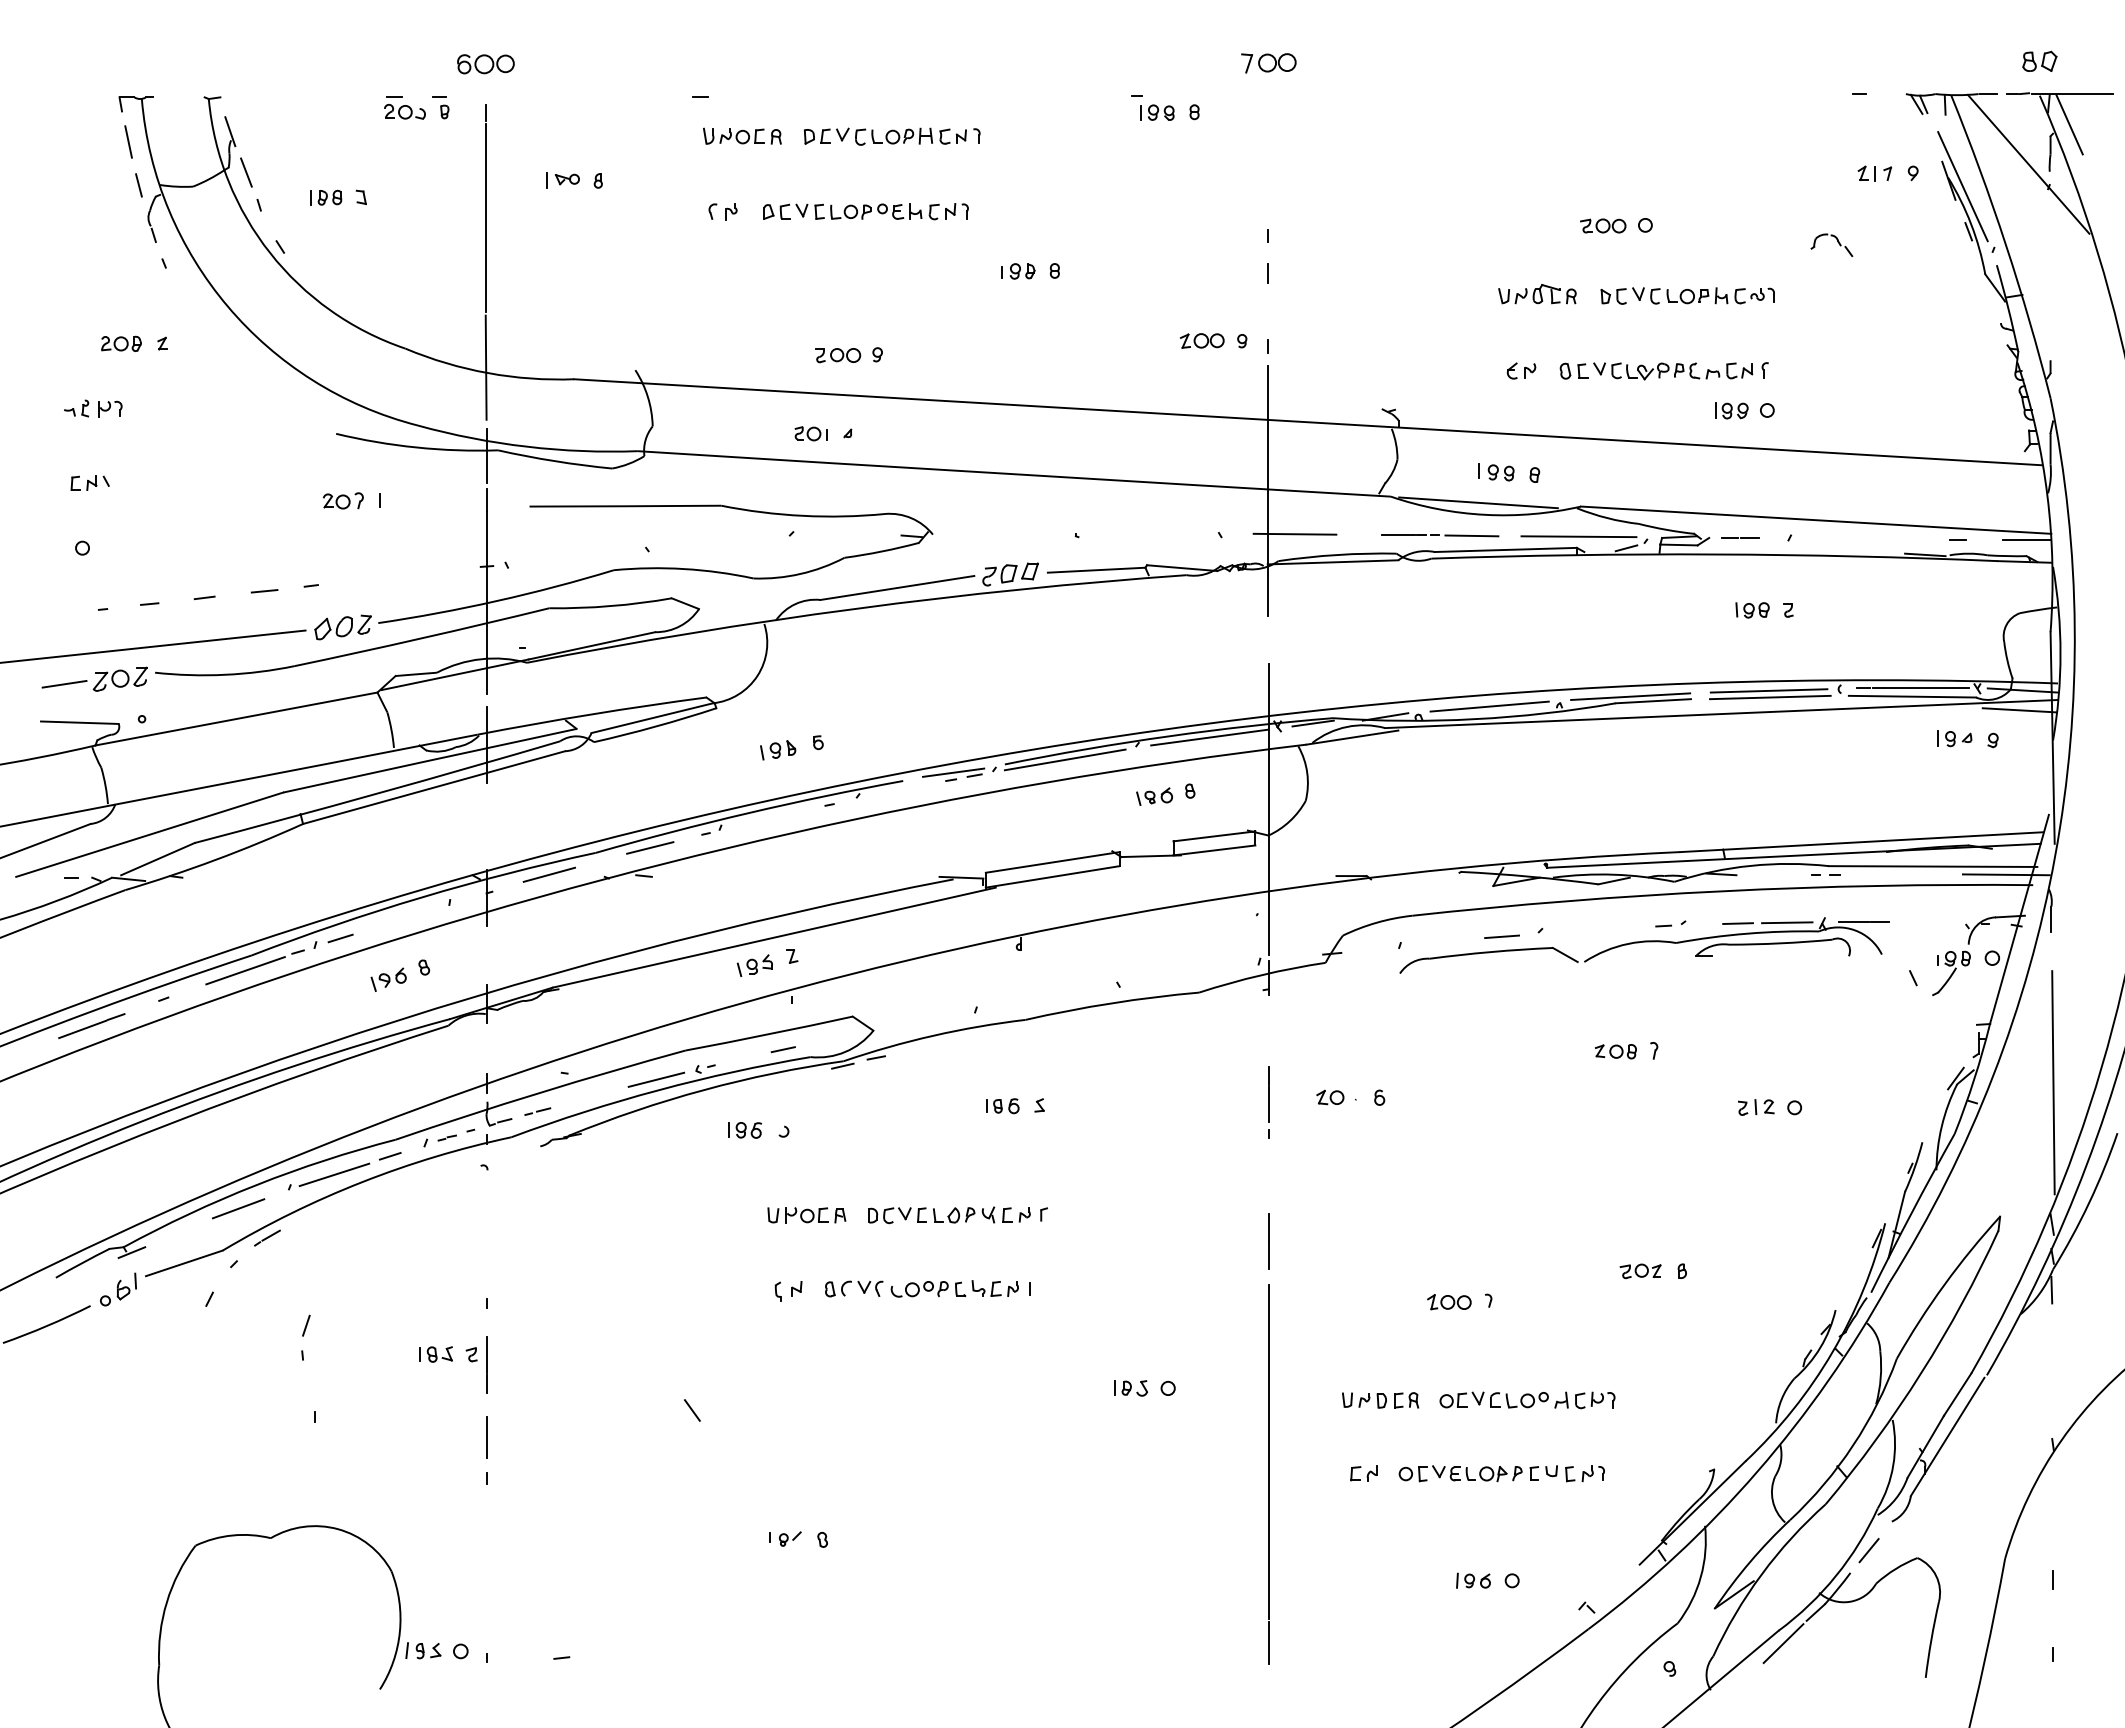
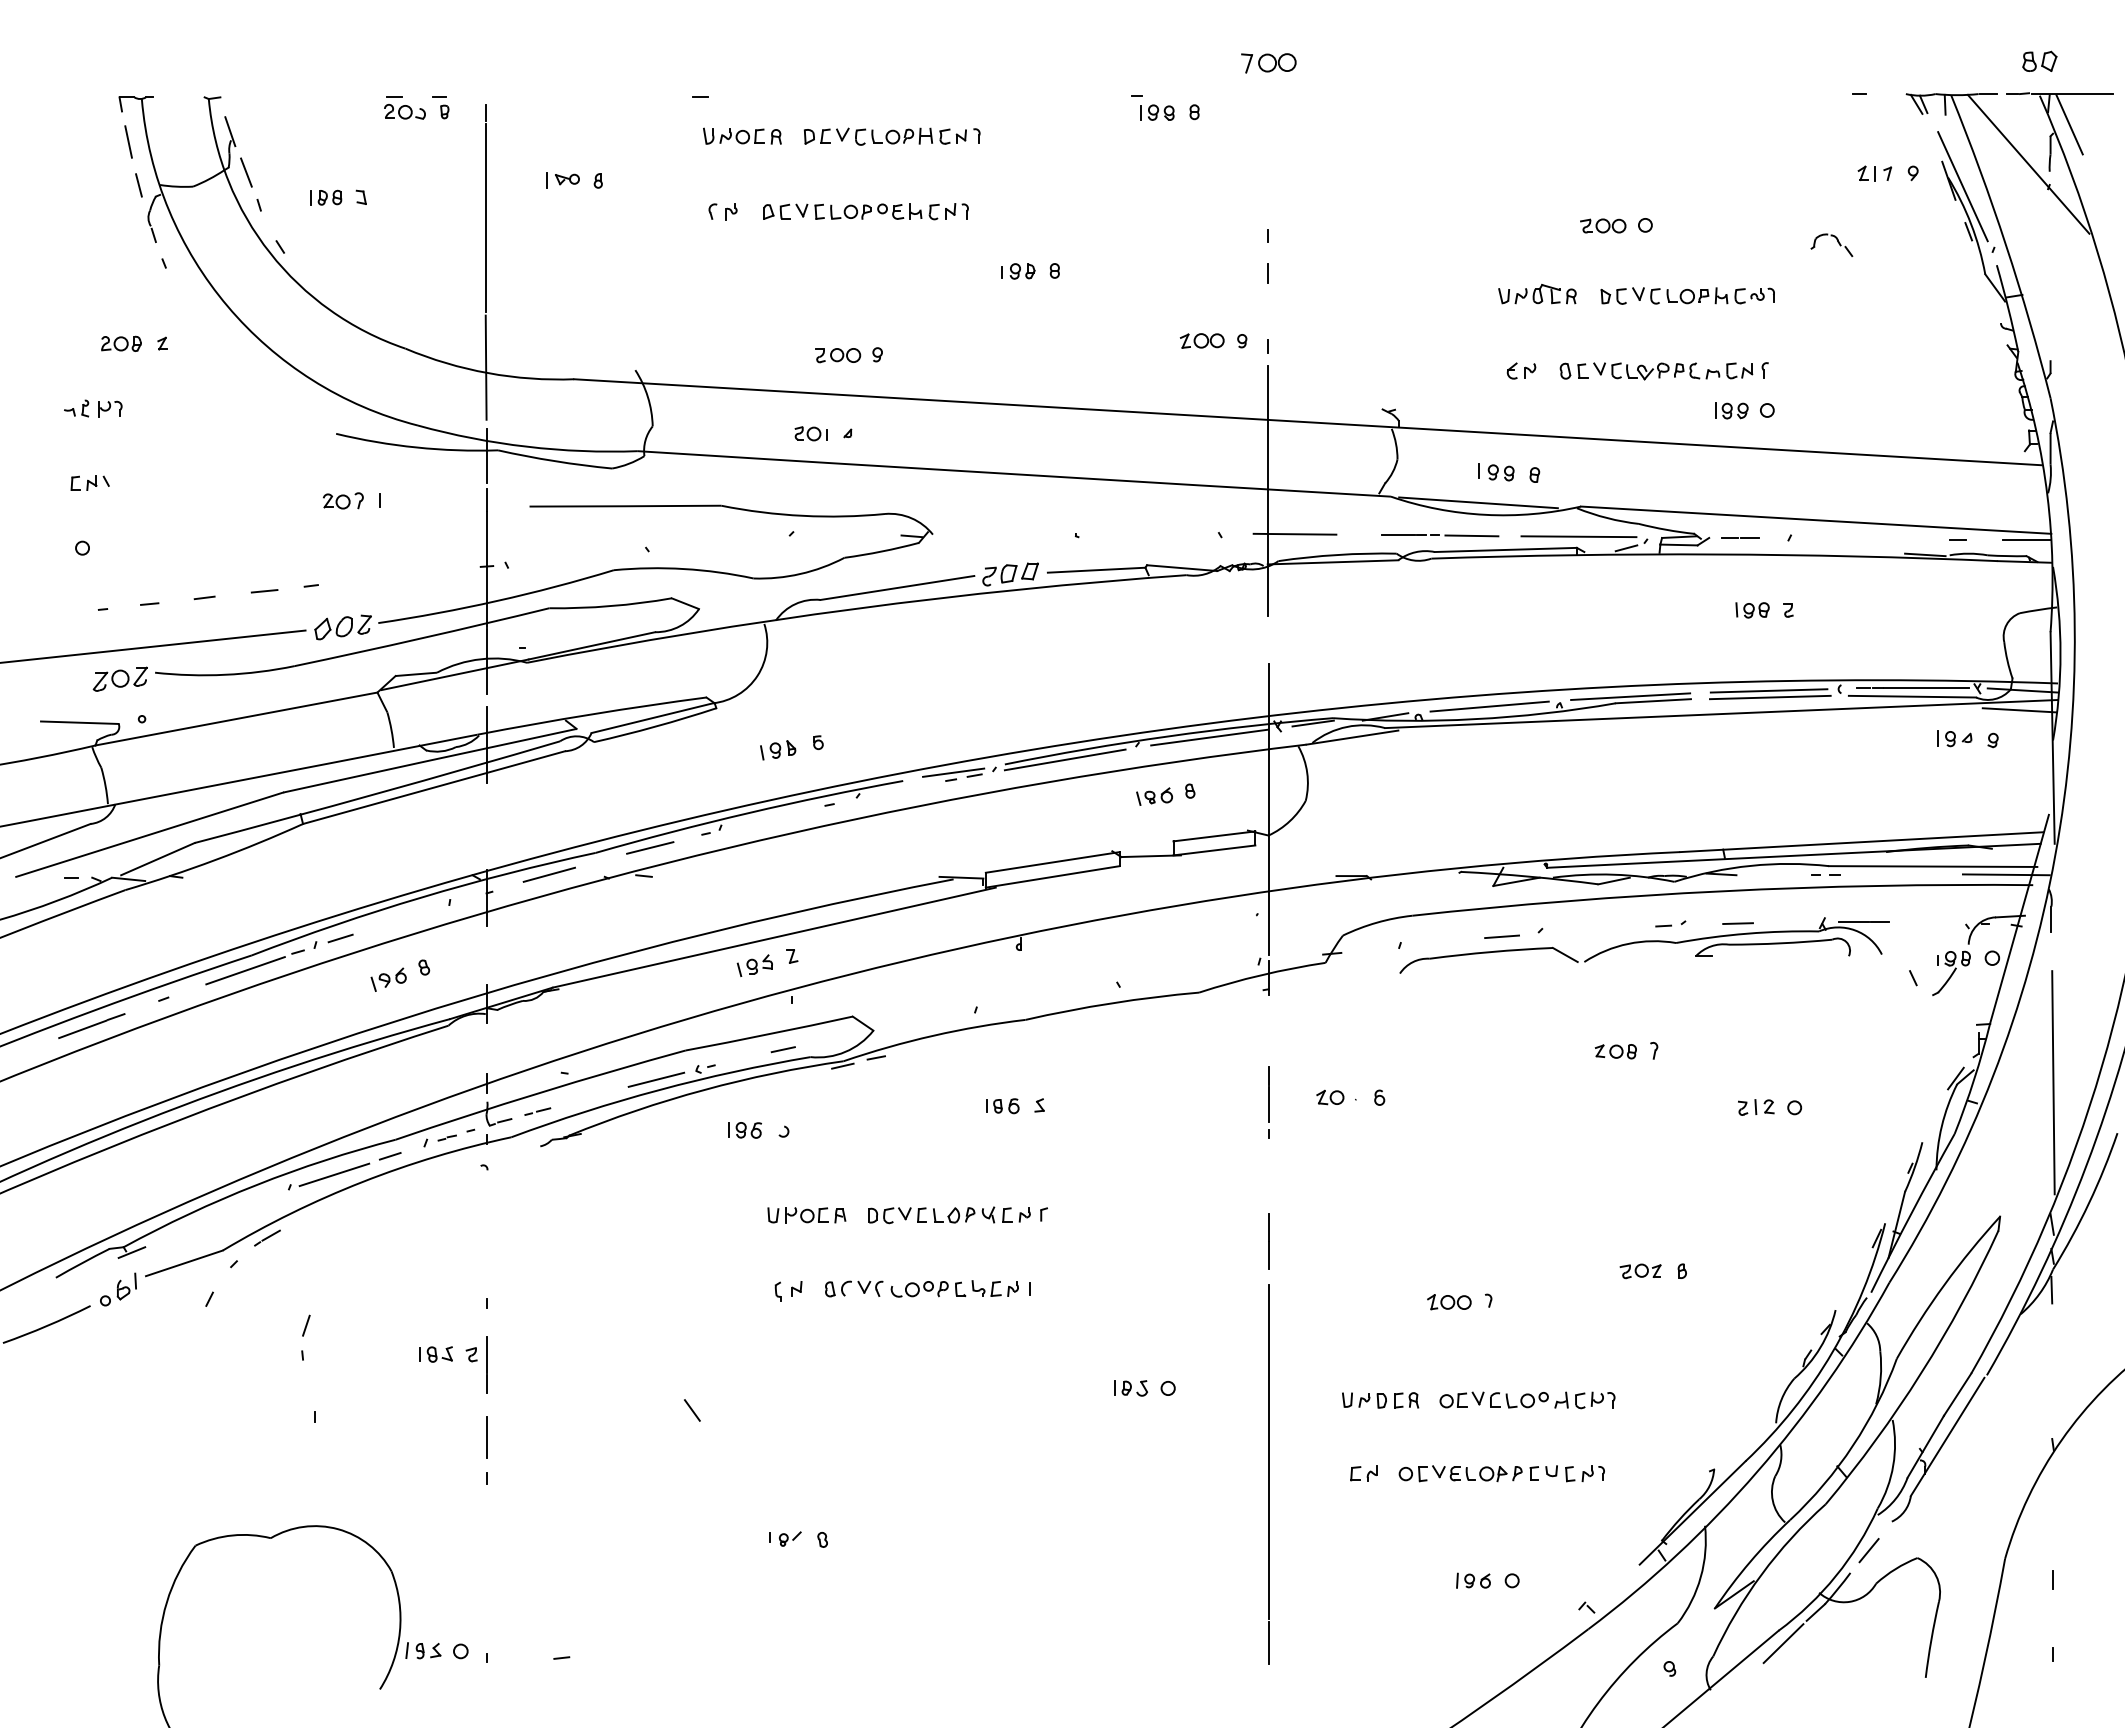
part at (485, 64): present -> none
line at (64, 684): present -> none
line at (1787, 922): present -> none
line at (238, 1208): present -> none
